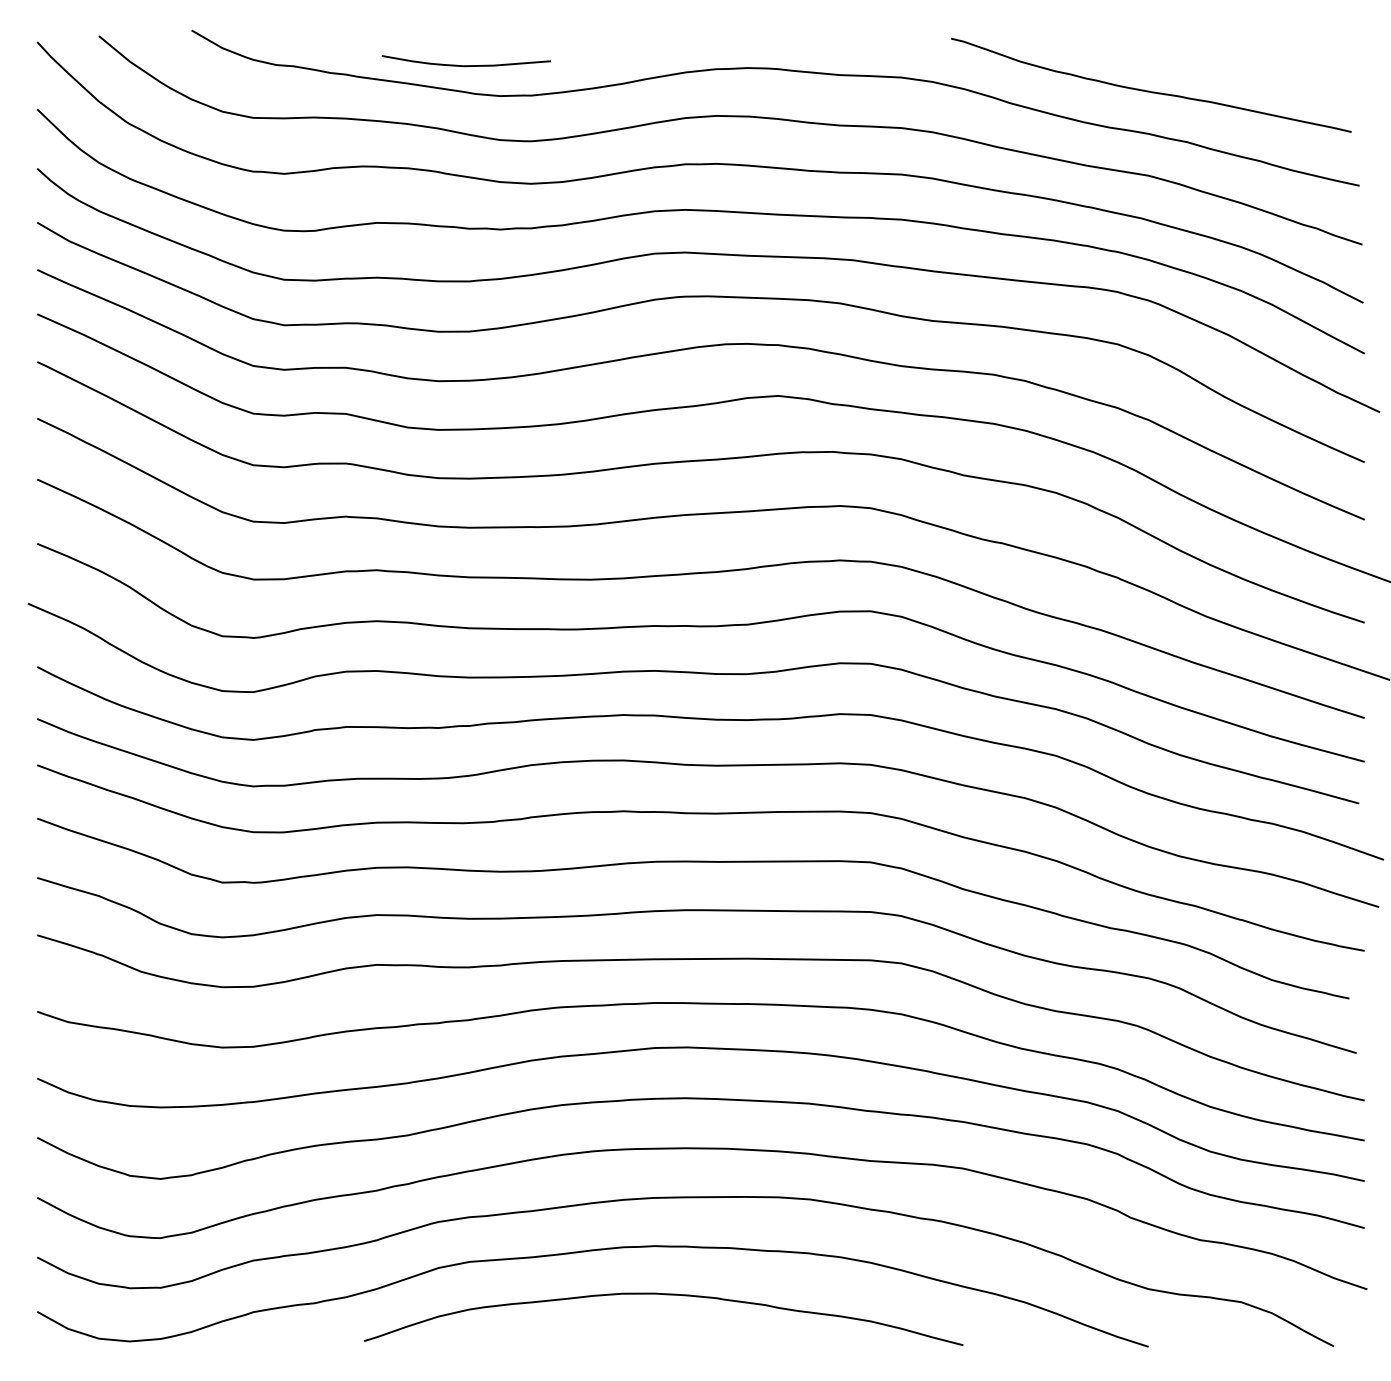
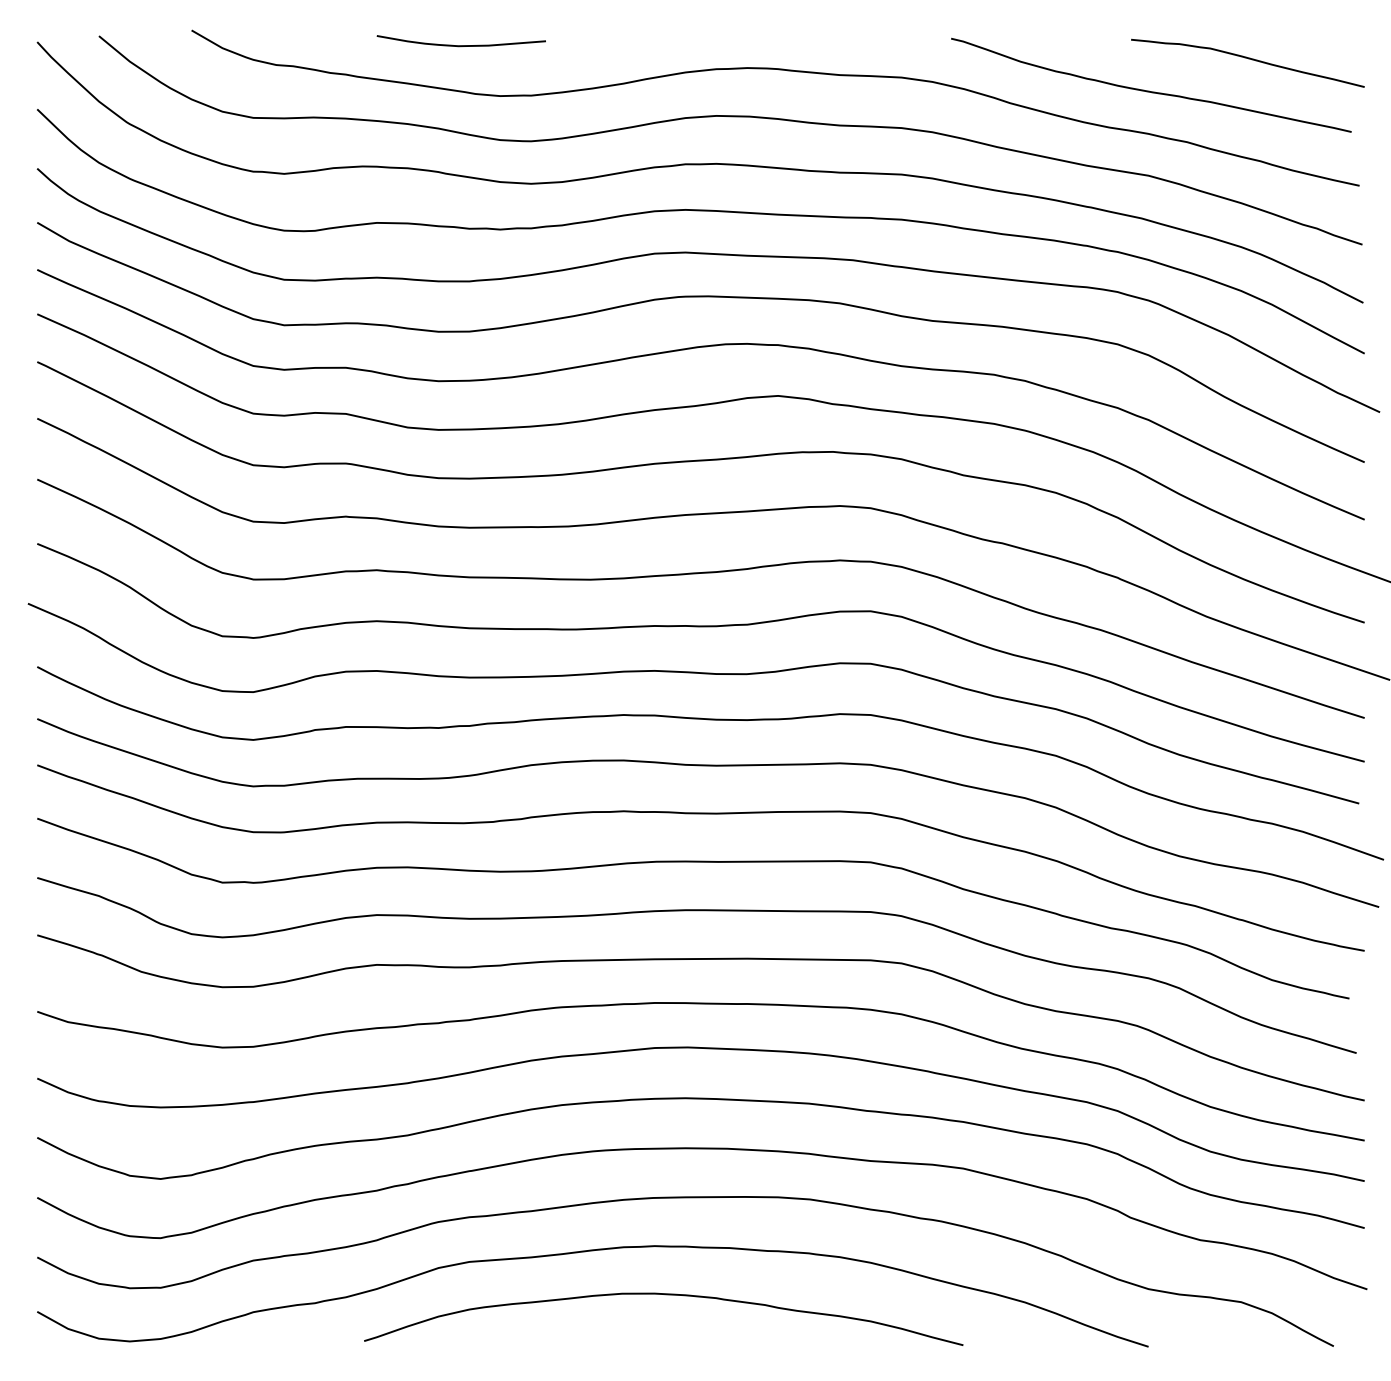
curve at (1248, 59): none -> present
curve at (465, 65) position: (465, 65) -> (460, 45)
